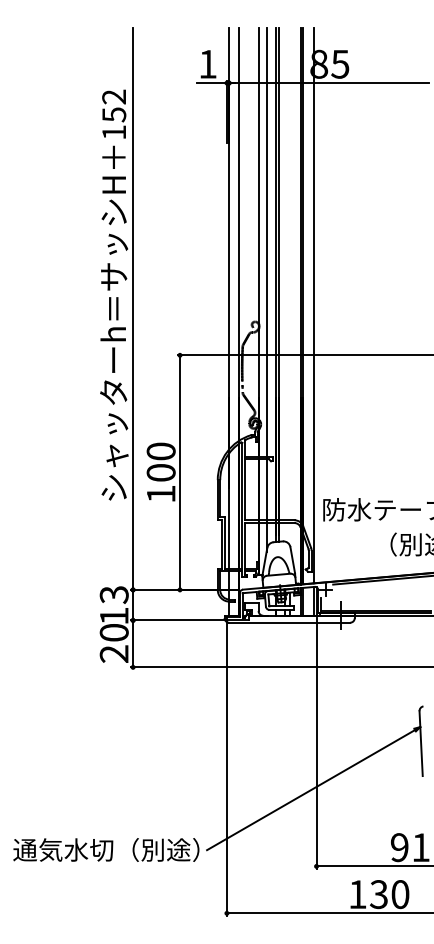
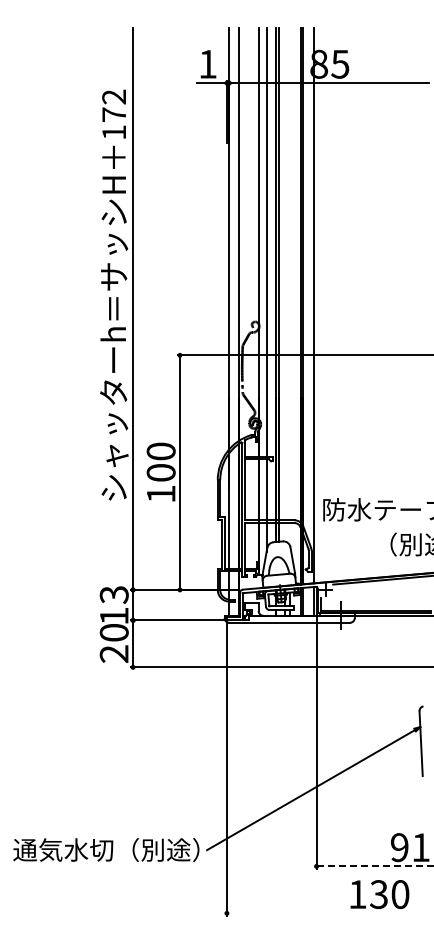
text at (114, 114): 152 -> 172
line at (375, 866): solid -> dashed
line at (328, 913): present -> none
